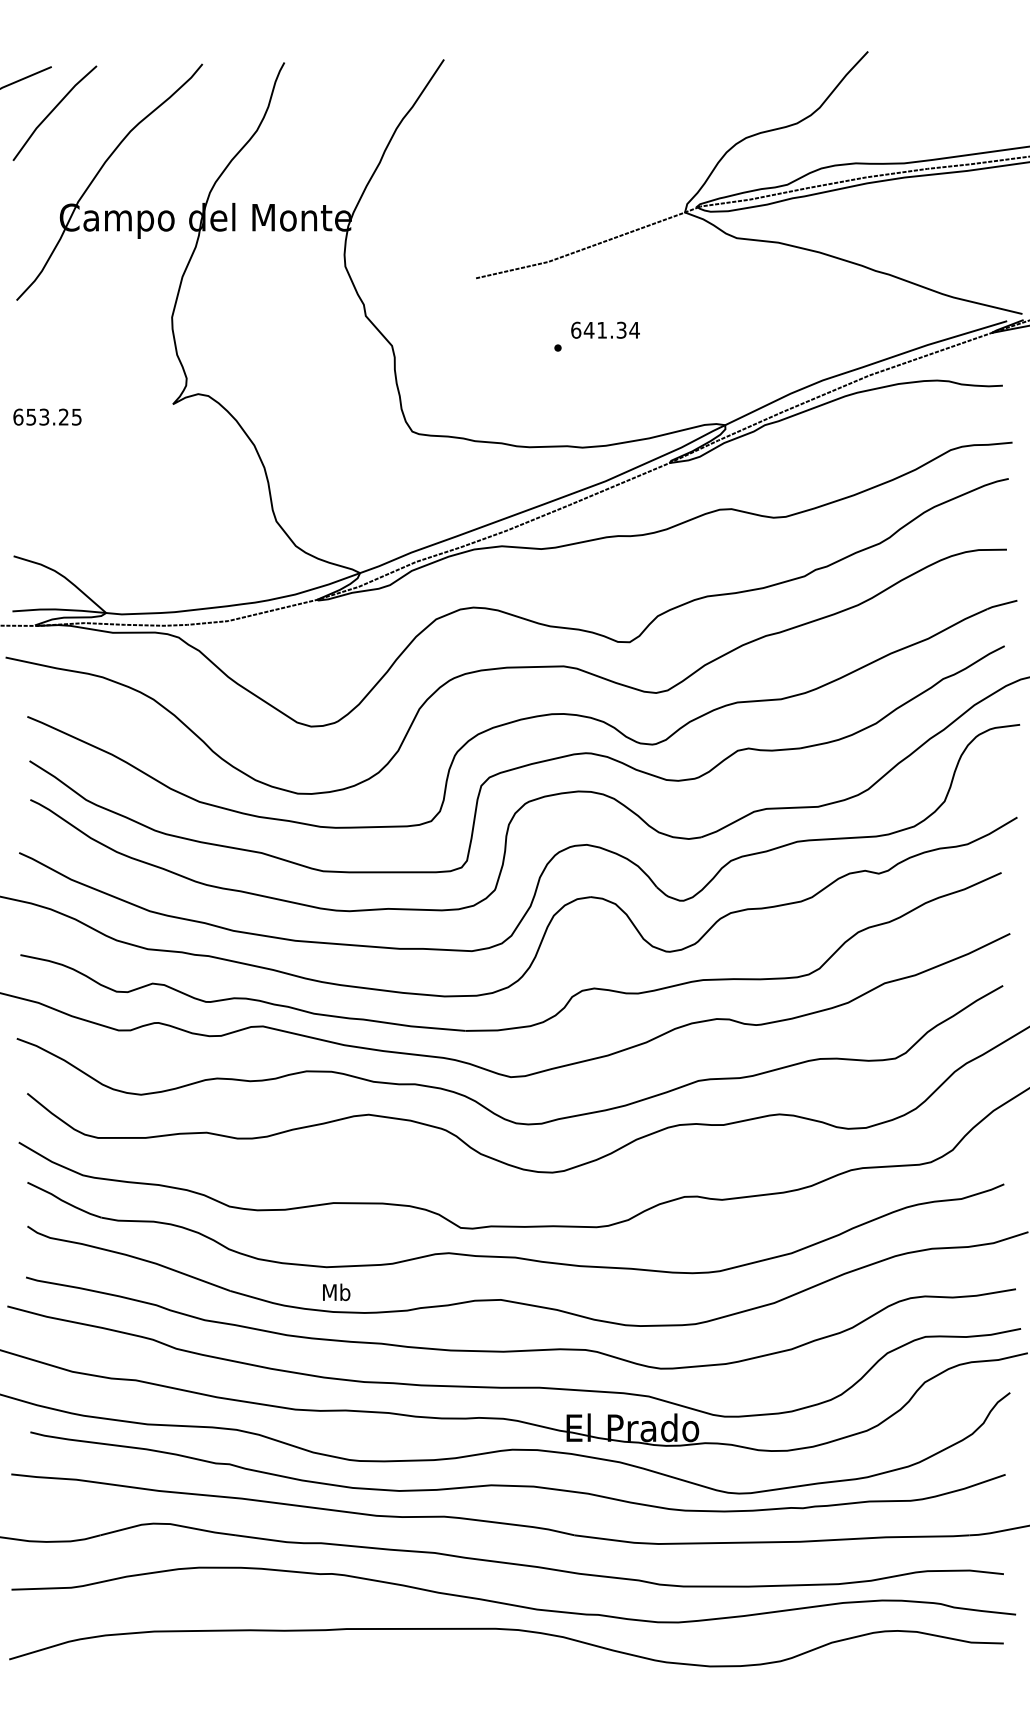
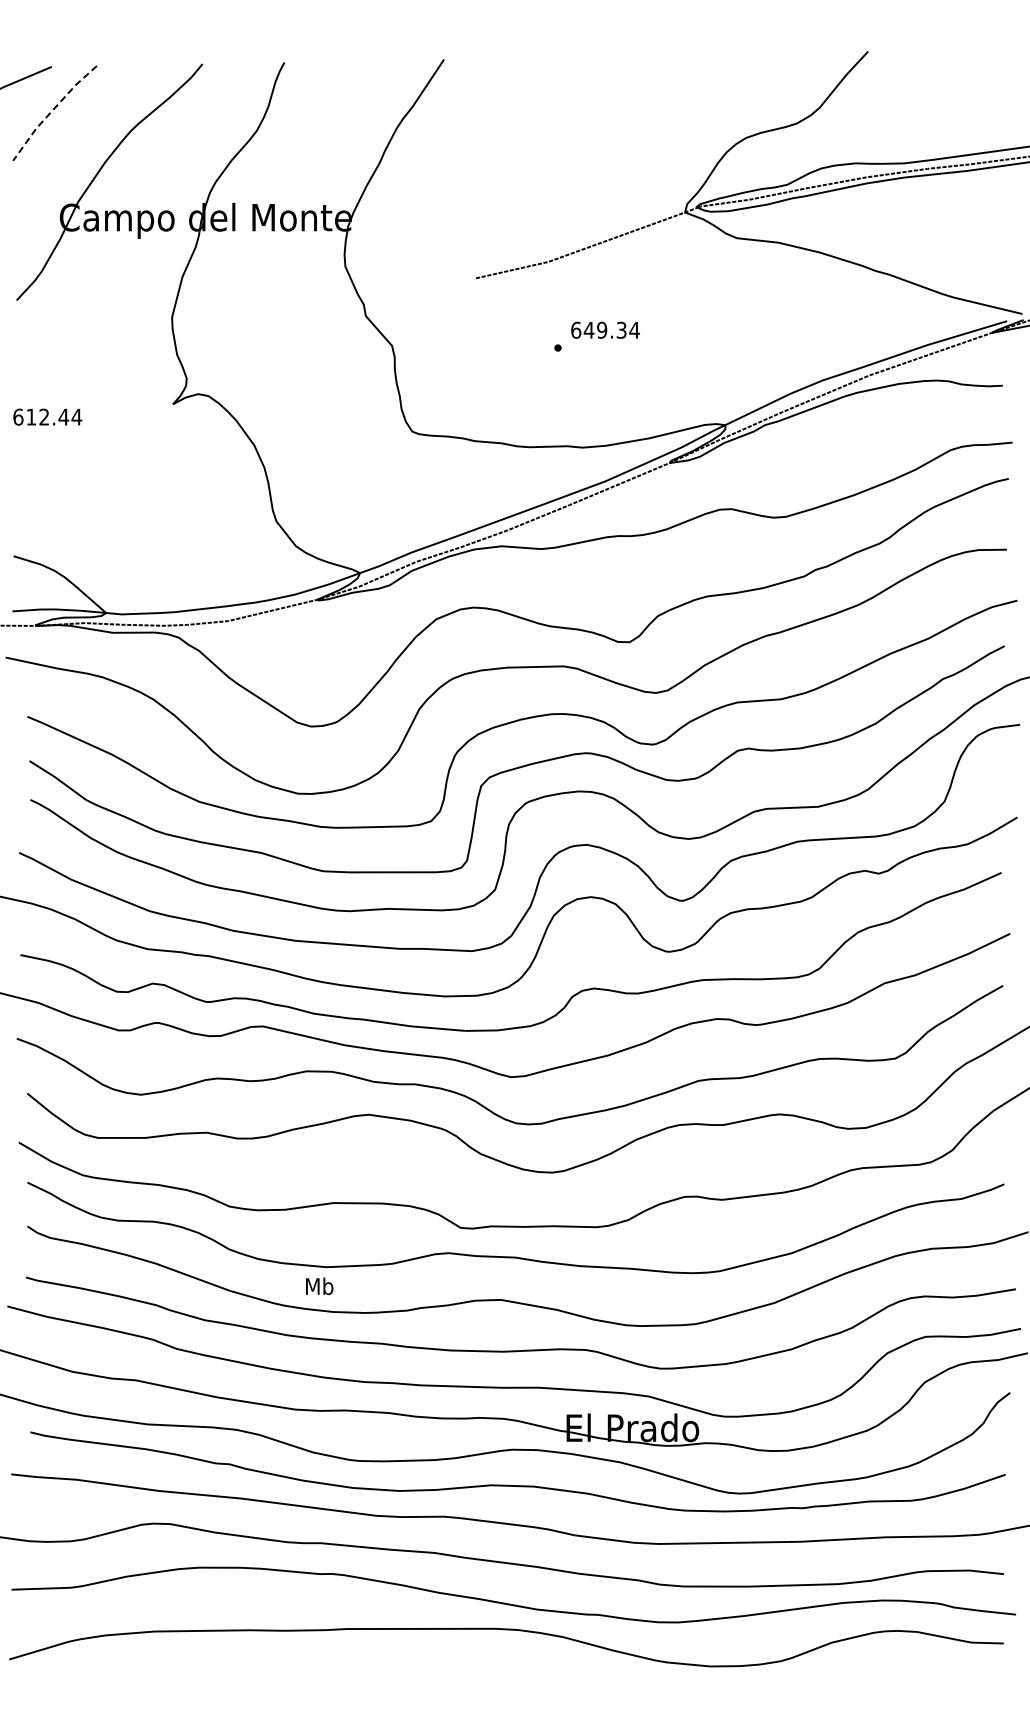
line at (51, 111): solid -> dashed
text at (602, 329): 641.34 -> 649.34
text at (54, 416): 653.25 -> 612.44
text at (336, 1292) position: (336, 1292) -> (319, 1286)
